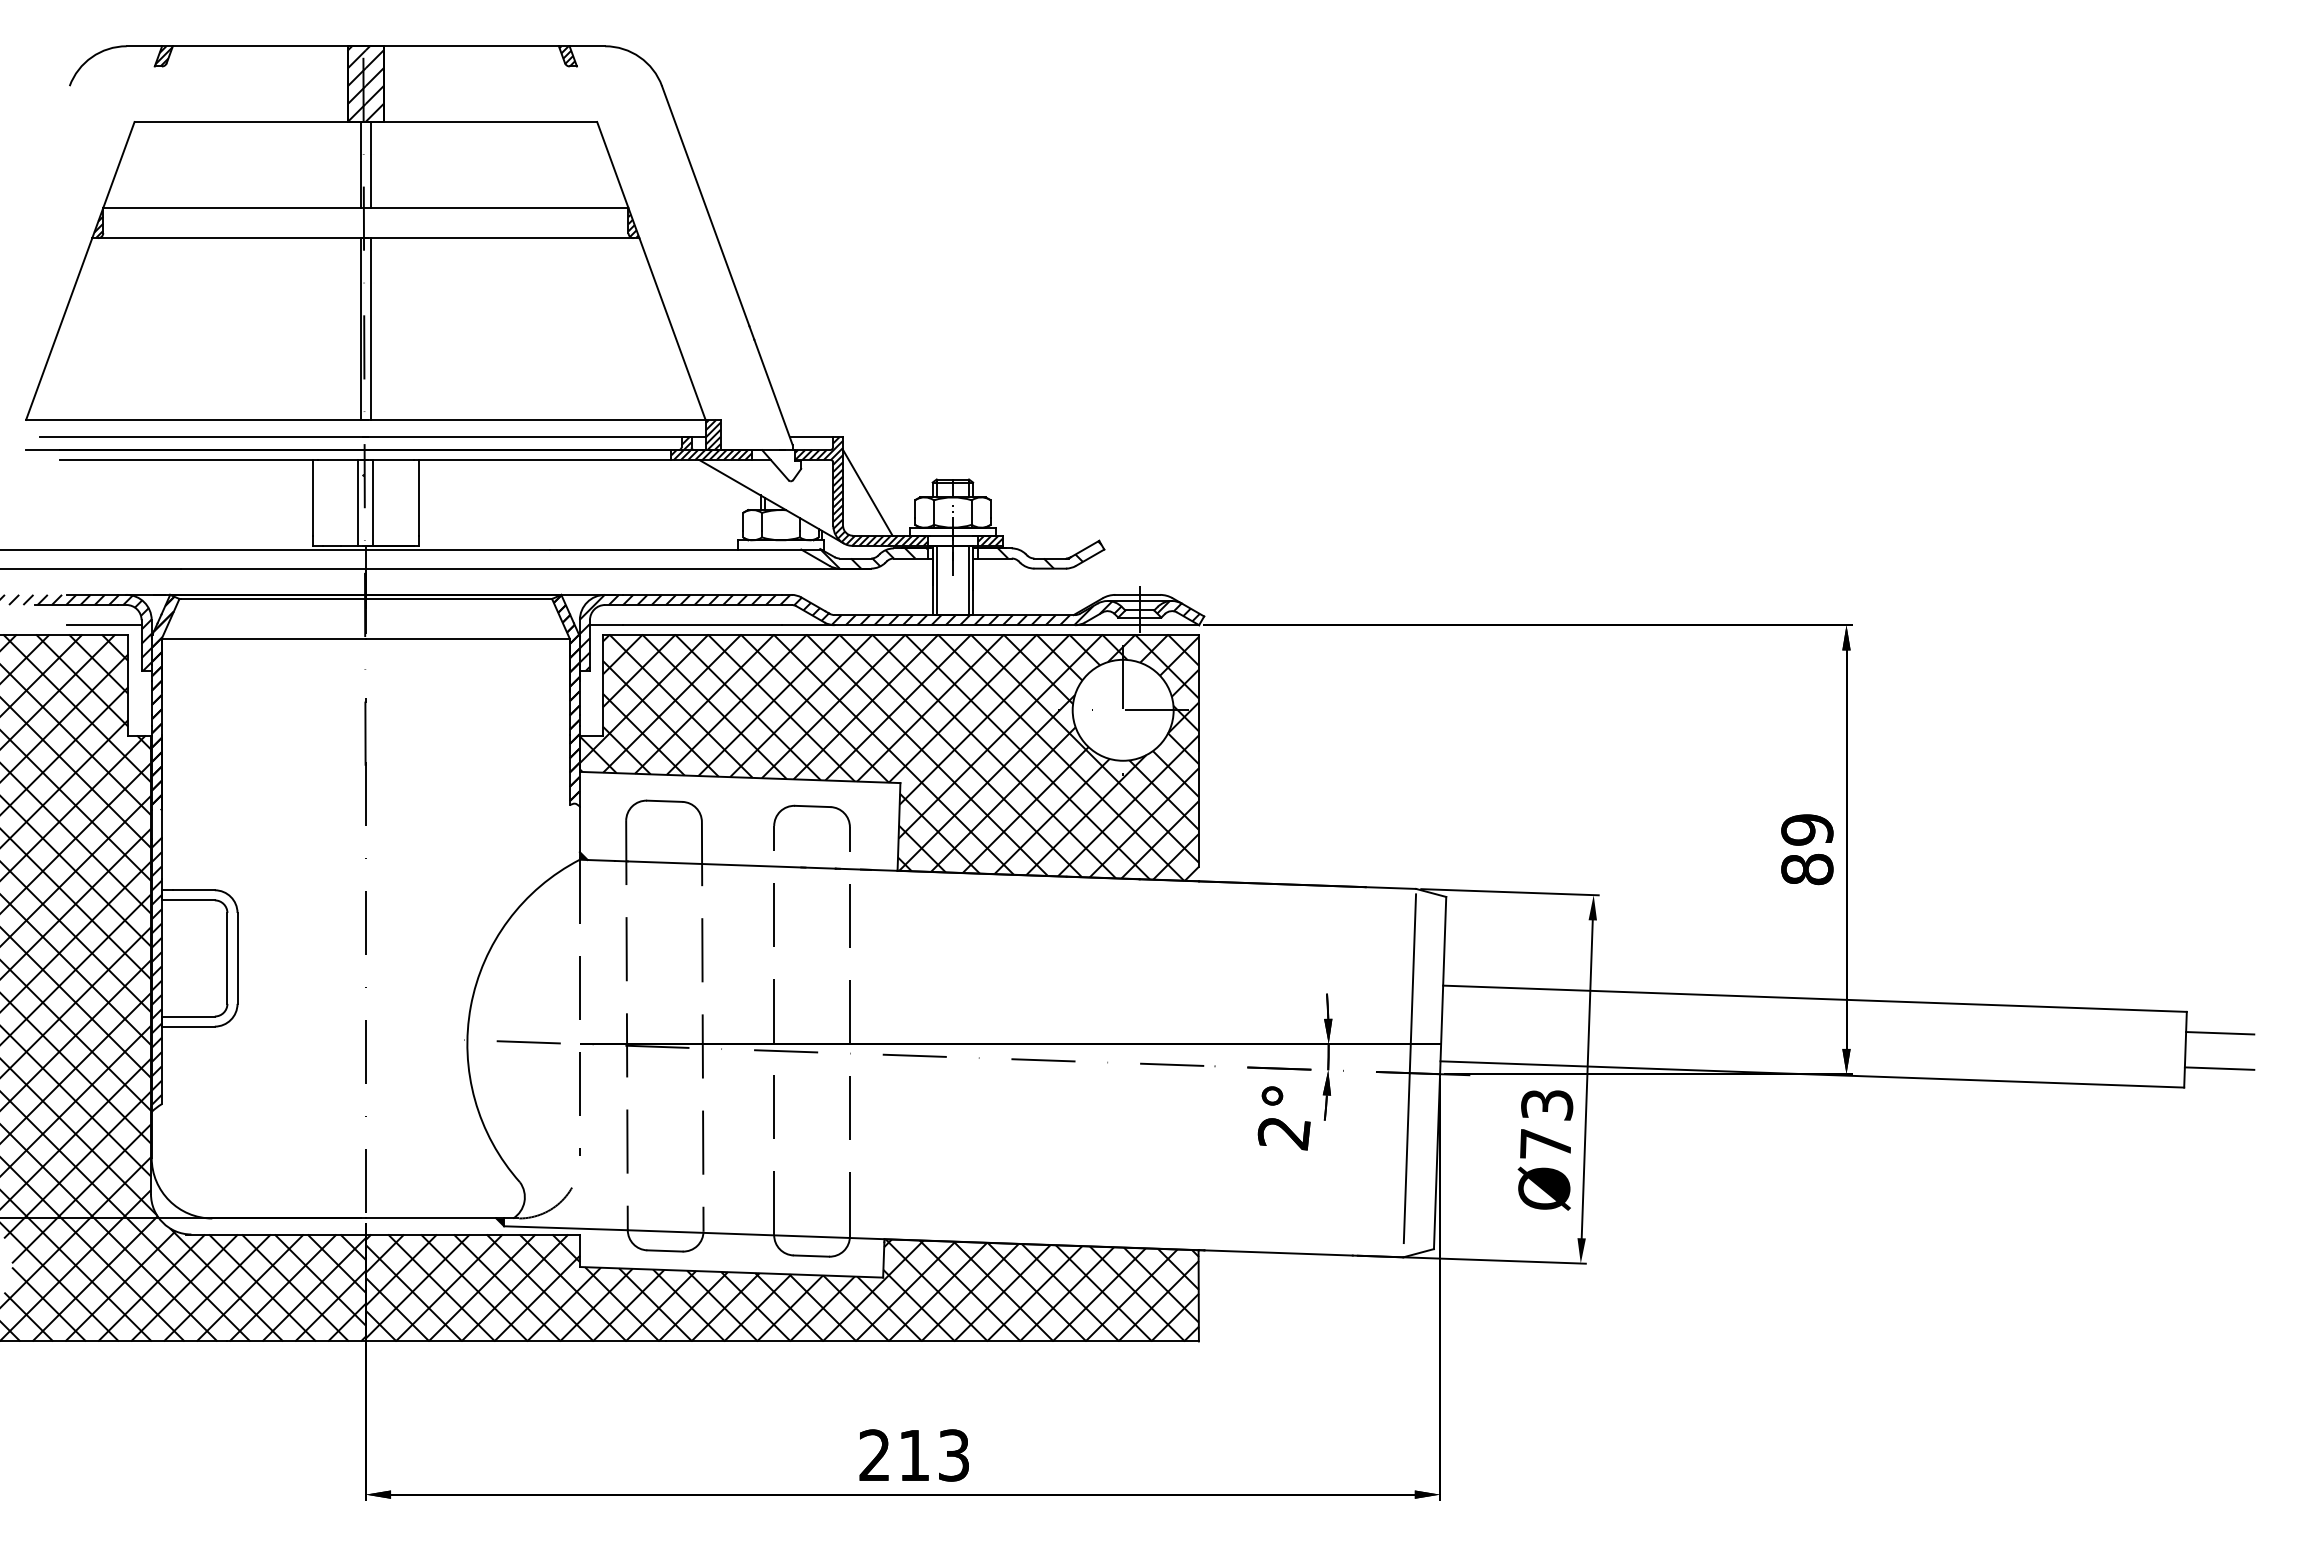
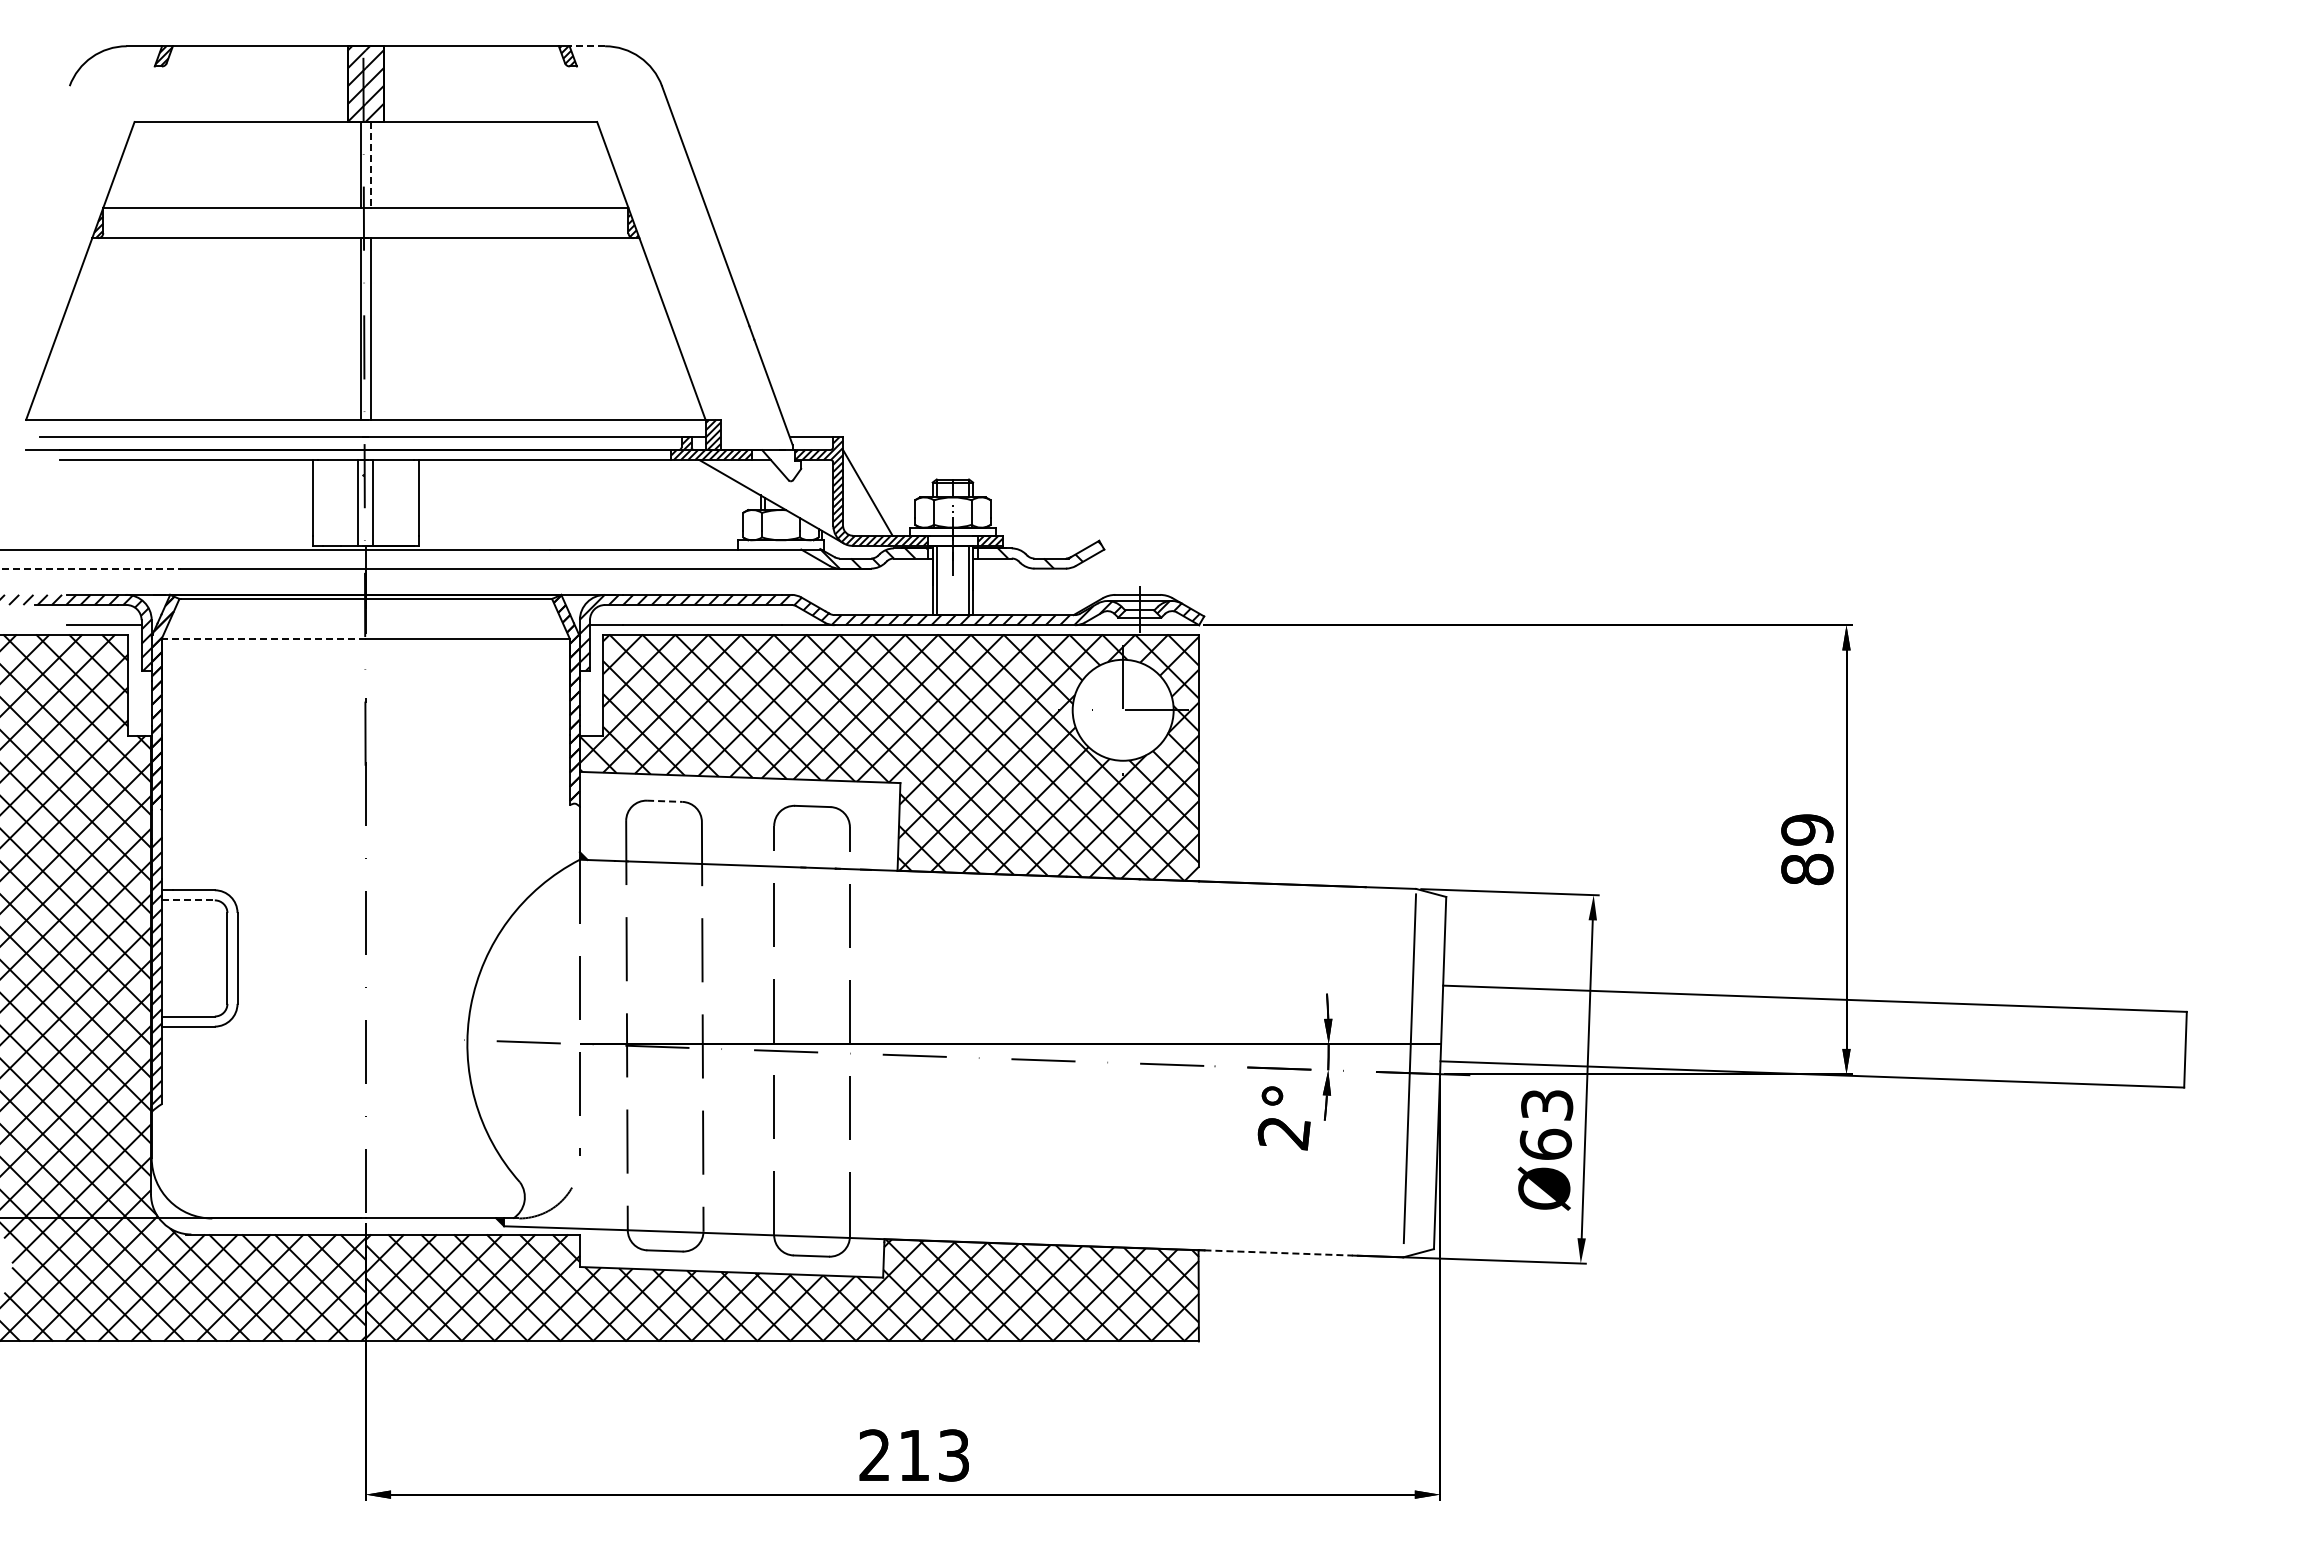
line at (587, 46): solid -> dashed
line at (370, 165): solid -> dashed
line at (91, 568): solid -> dashed
line at (263, 638): solid -> dashed
line at (664, 801): solid -> dashed
line at (188, 900): solid -> dashed
line at (2220, 1033): present -> none
line at (2219, 1068): present -> none
text at (1545, 1143): Ø73 -> Ø63
line at (1279, 1252): solid -> dashed
